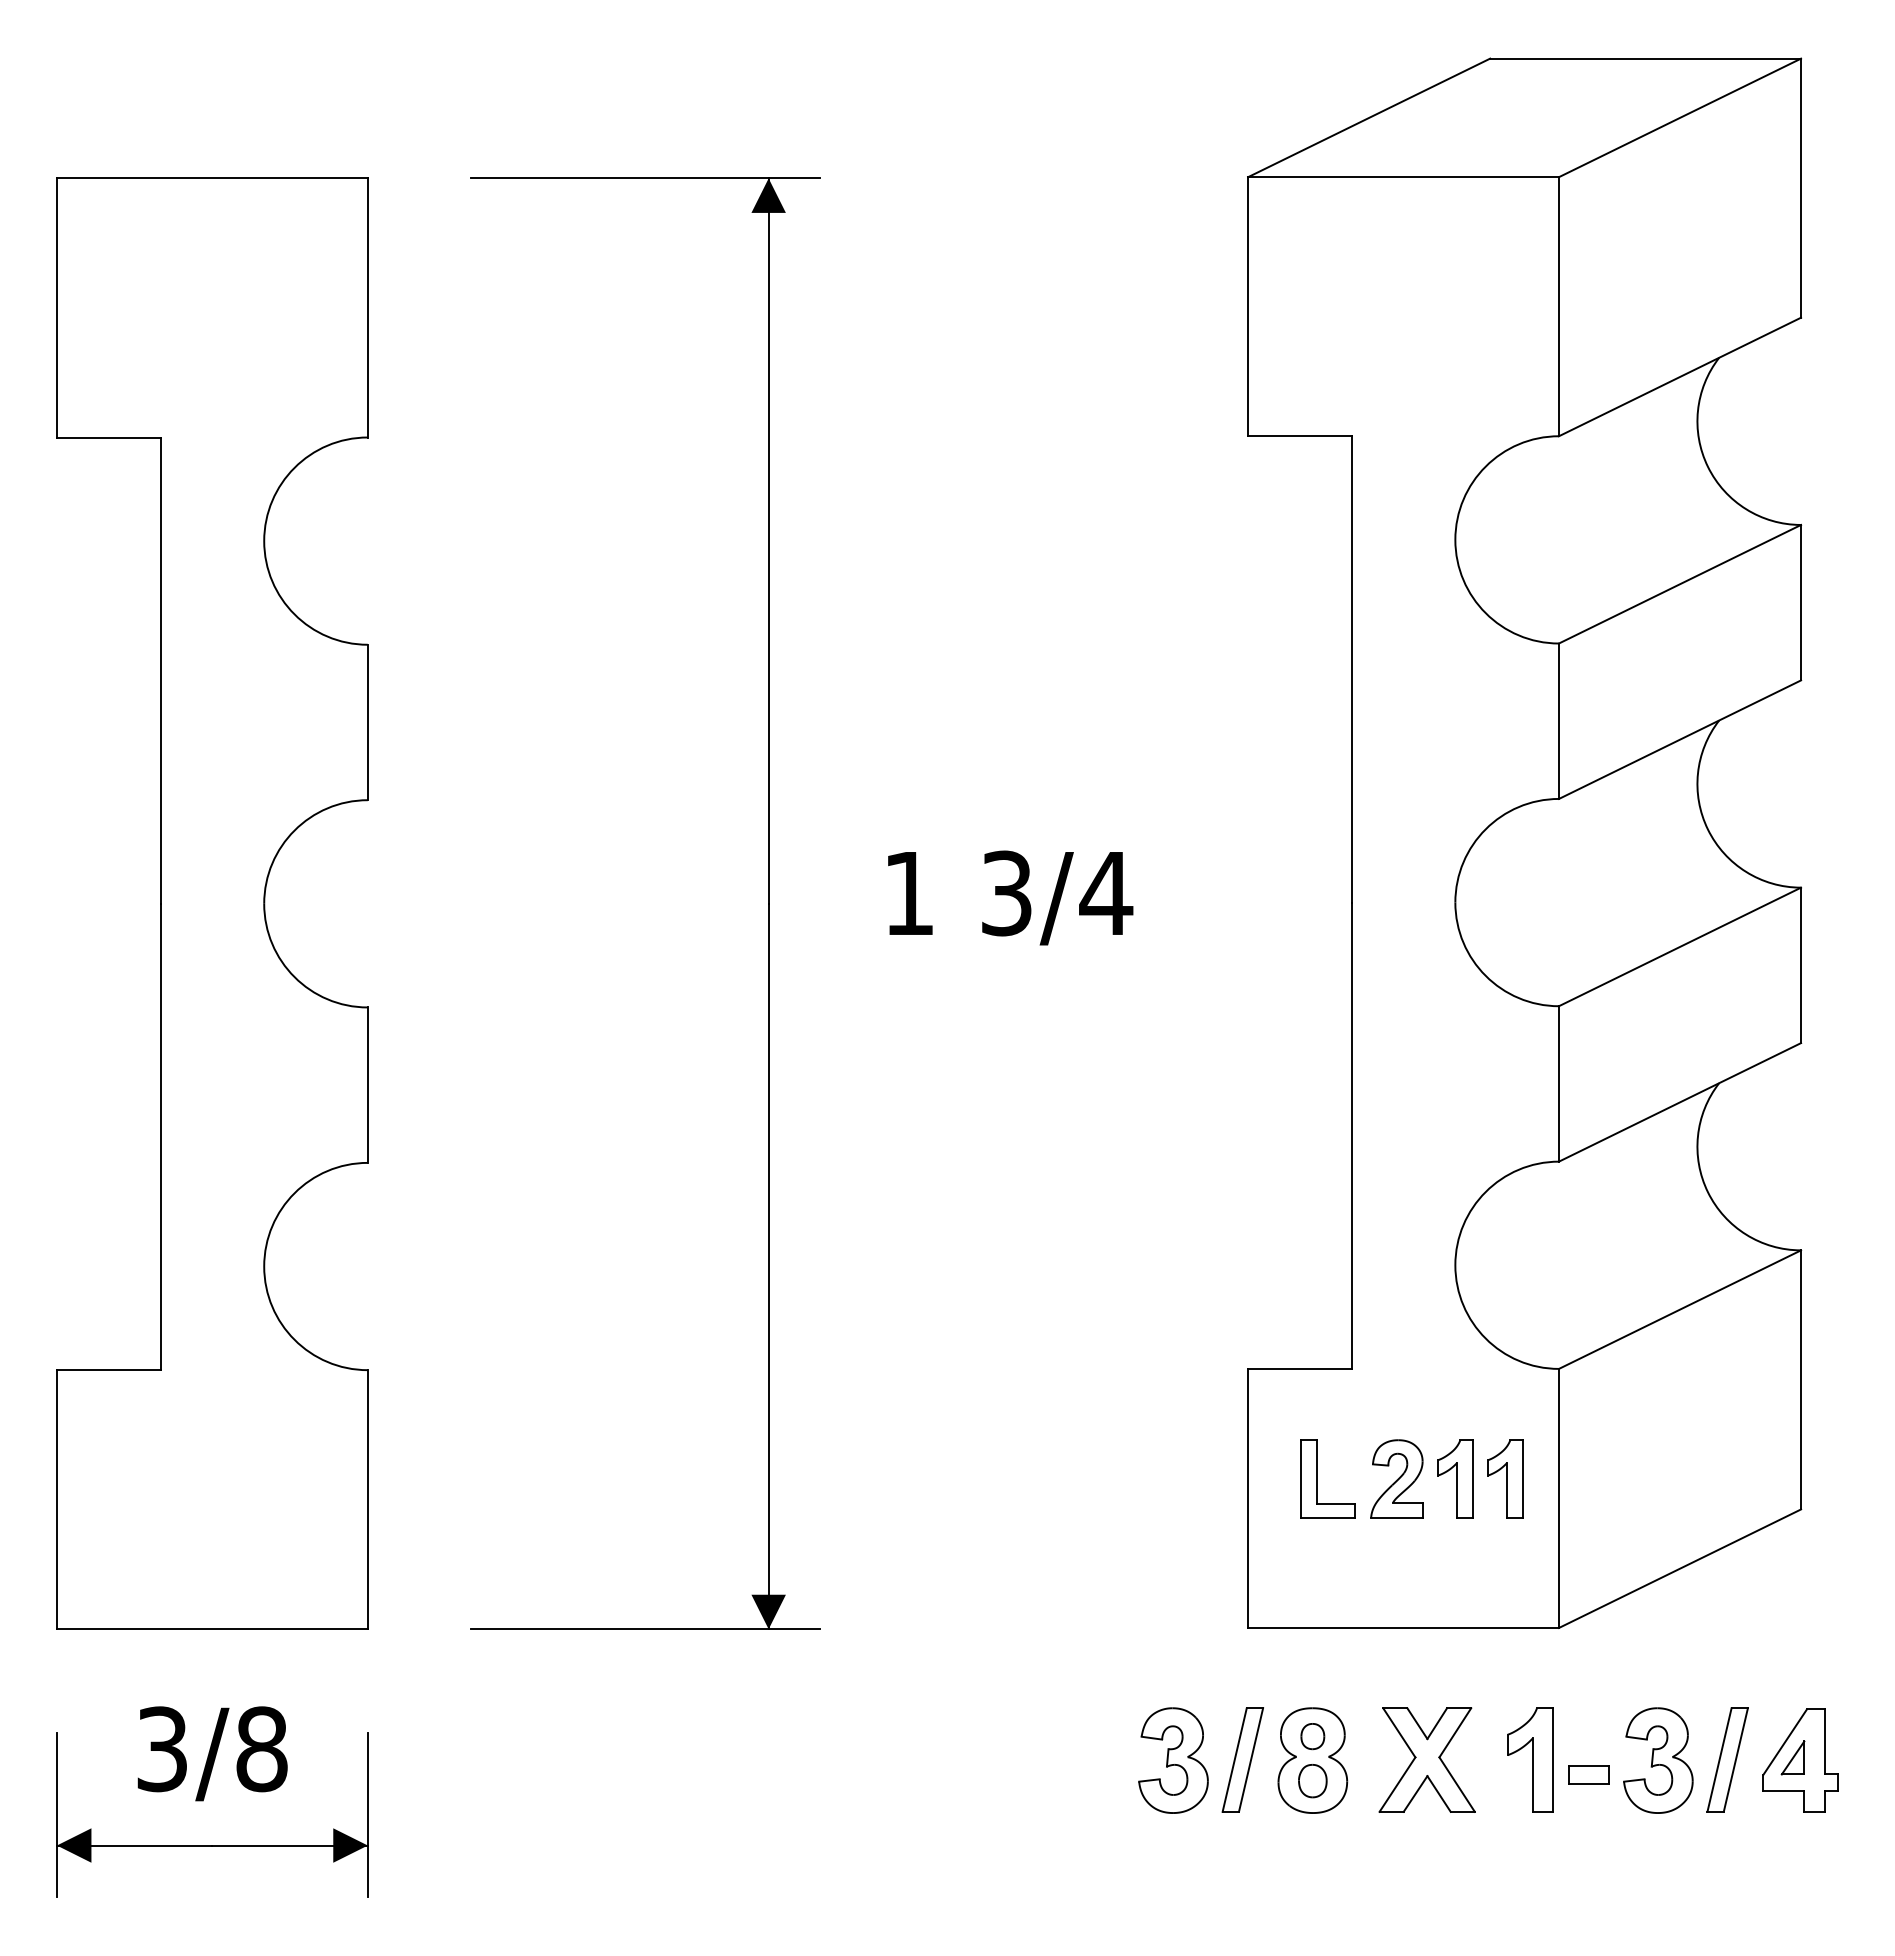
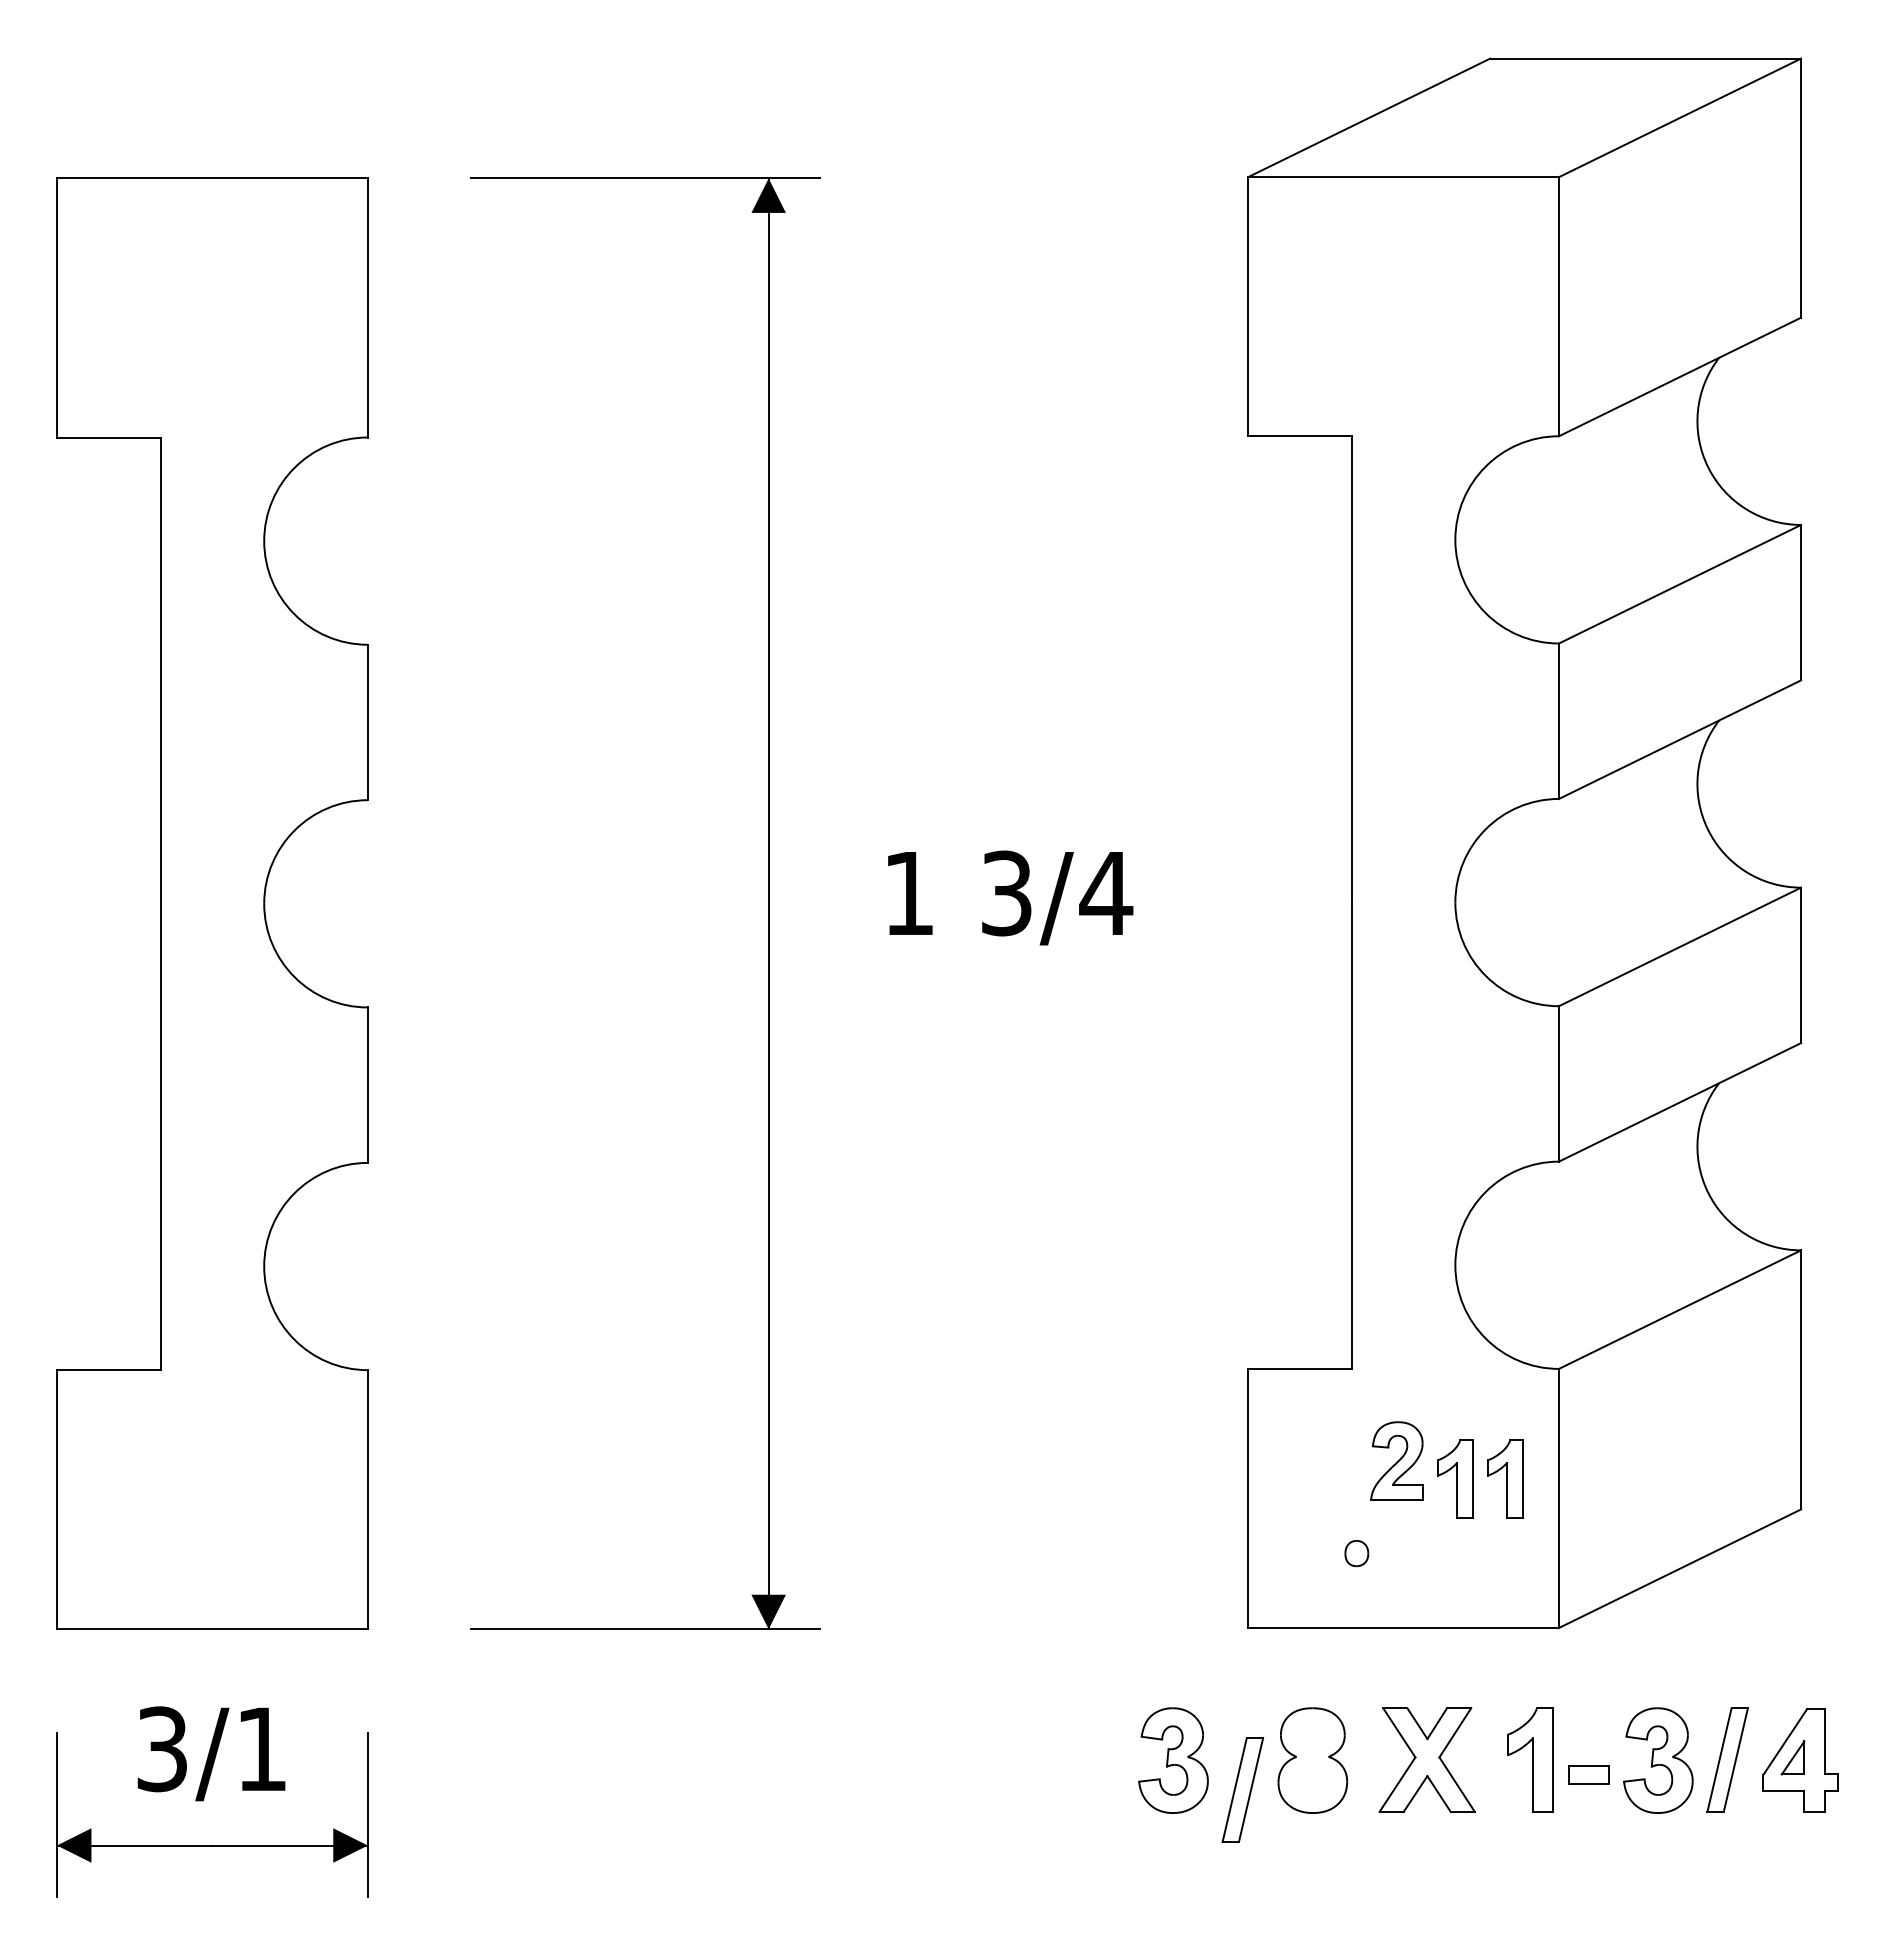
part at (1317, 1478): present -> none
part at (1396, 1478) position: (1396, 1478) -> (1396, 1460)
part at (1312, 1736) position: (1312, 1736) -> (1356, 1553)
text at (261, 1749): 3/8 -> 3/1
part at (1242, 1759) position: (1242, 1759) -> (1242, 1789)
part at (1312, 1781): present -> none
